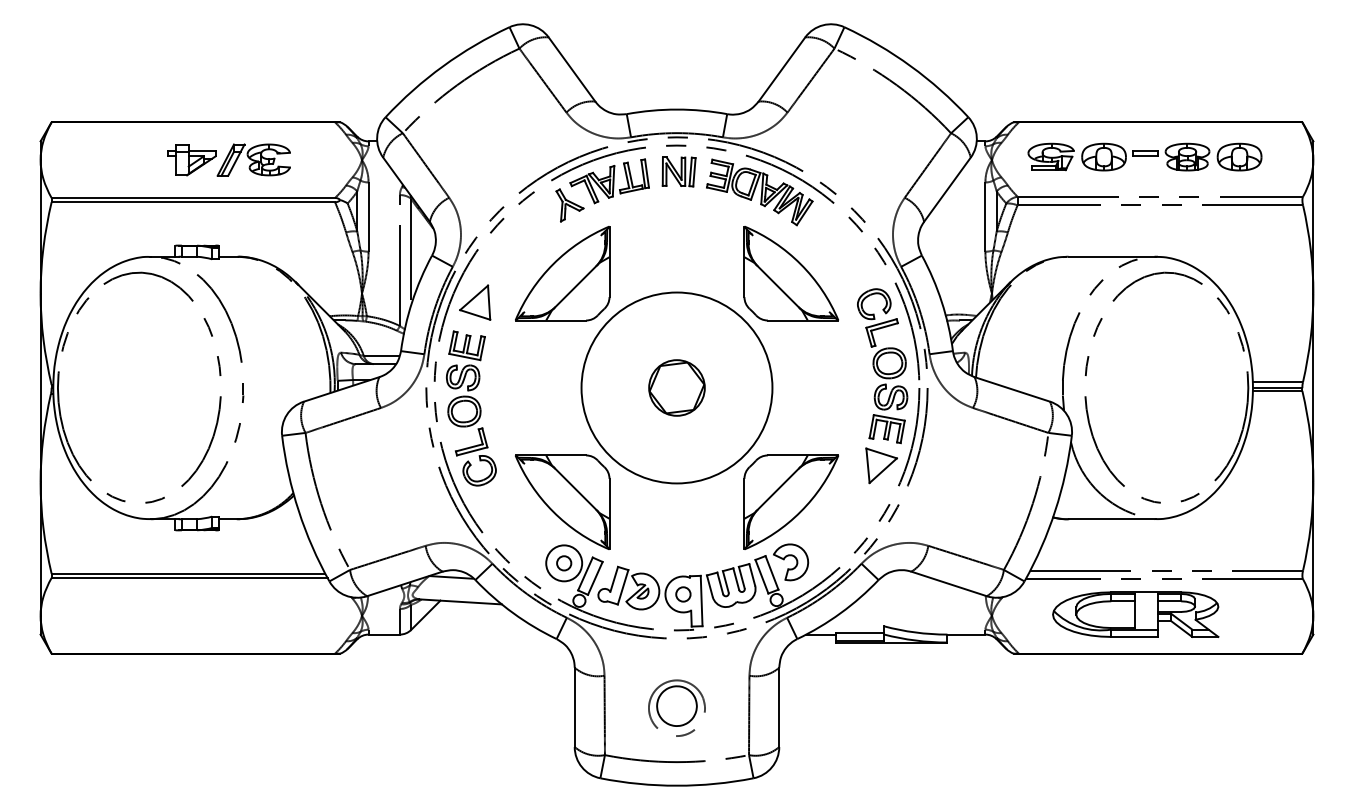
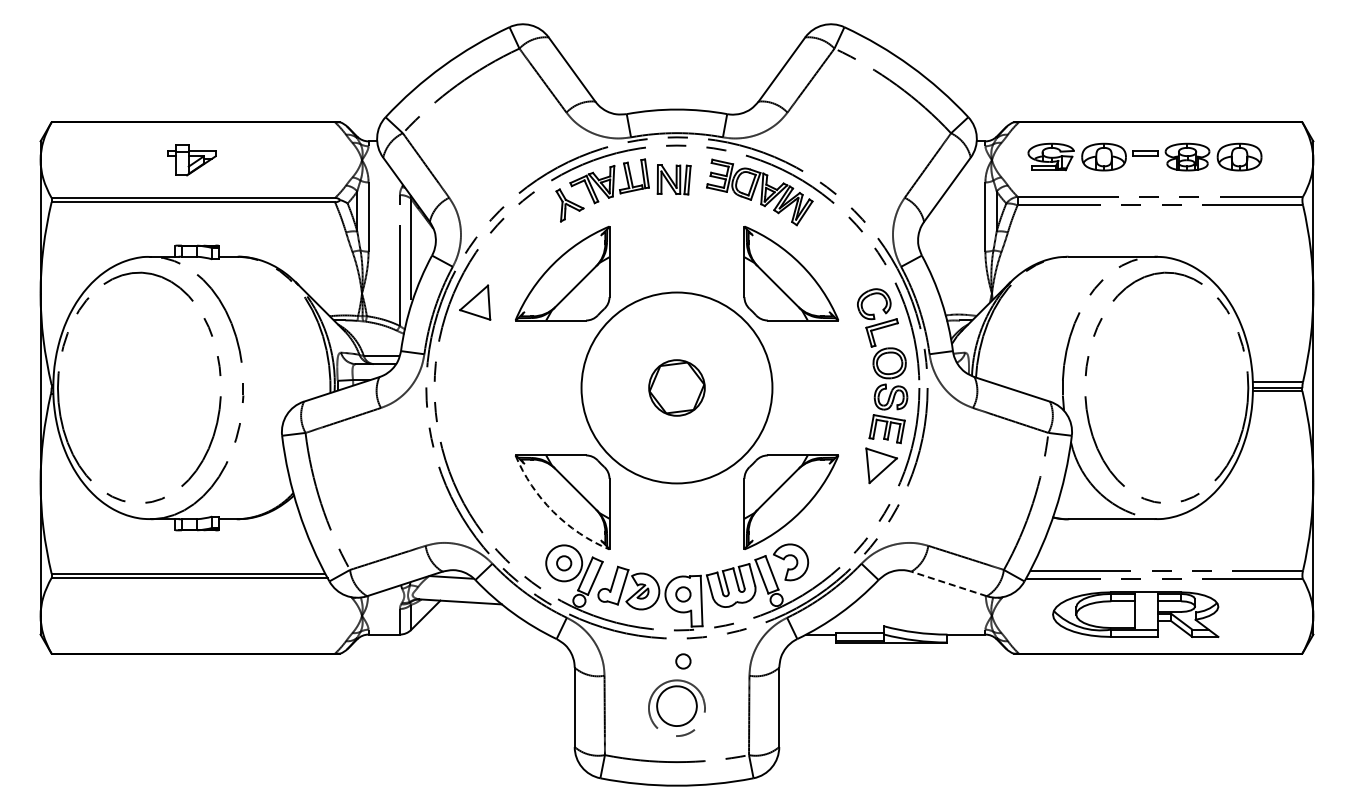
part at (253, 159): present -> none
part at (678, 171) position: (678, 171) -> (673, 179)
part at (471, 408): present -> none
arc at (553, 511): solid -> dashed
line at (949, 583): solid -> dashed
circle at (683, 661): none -> present
